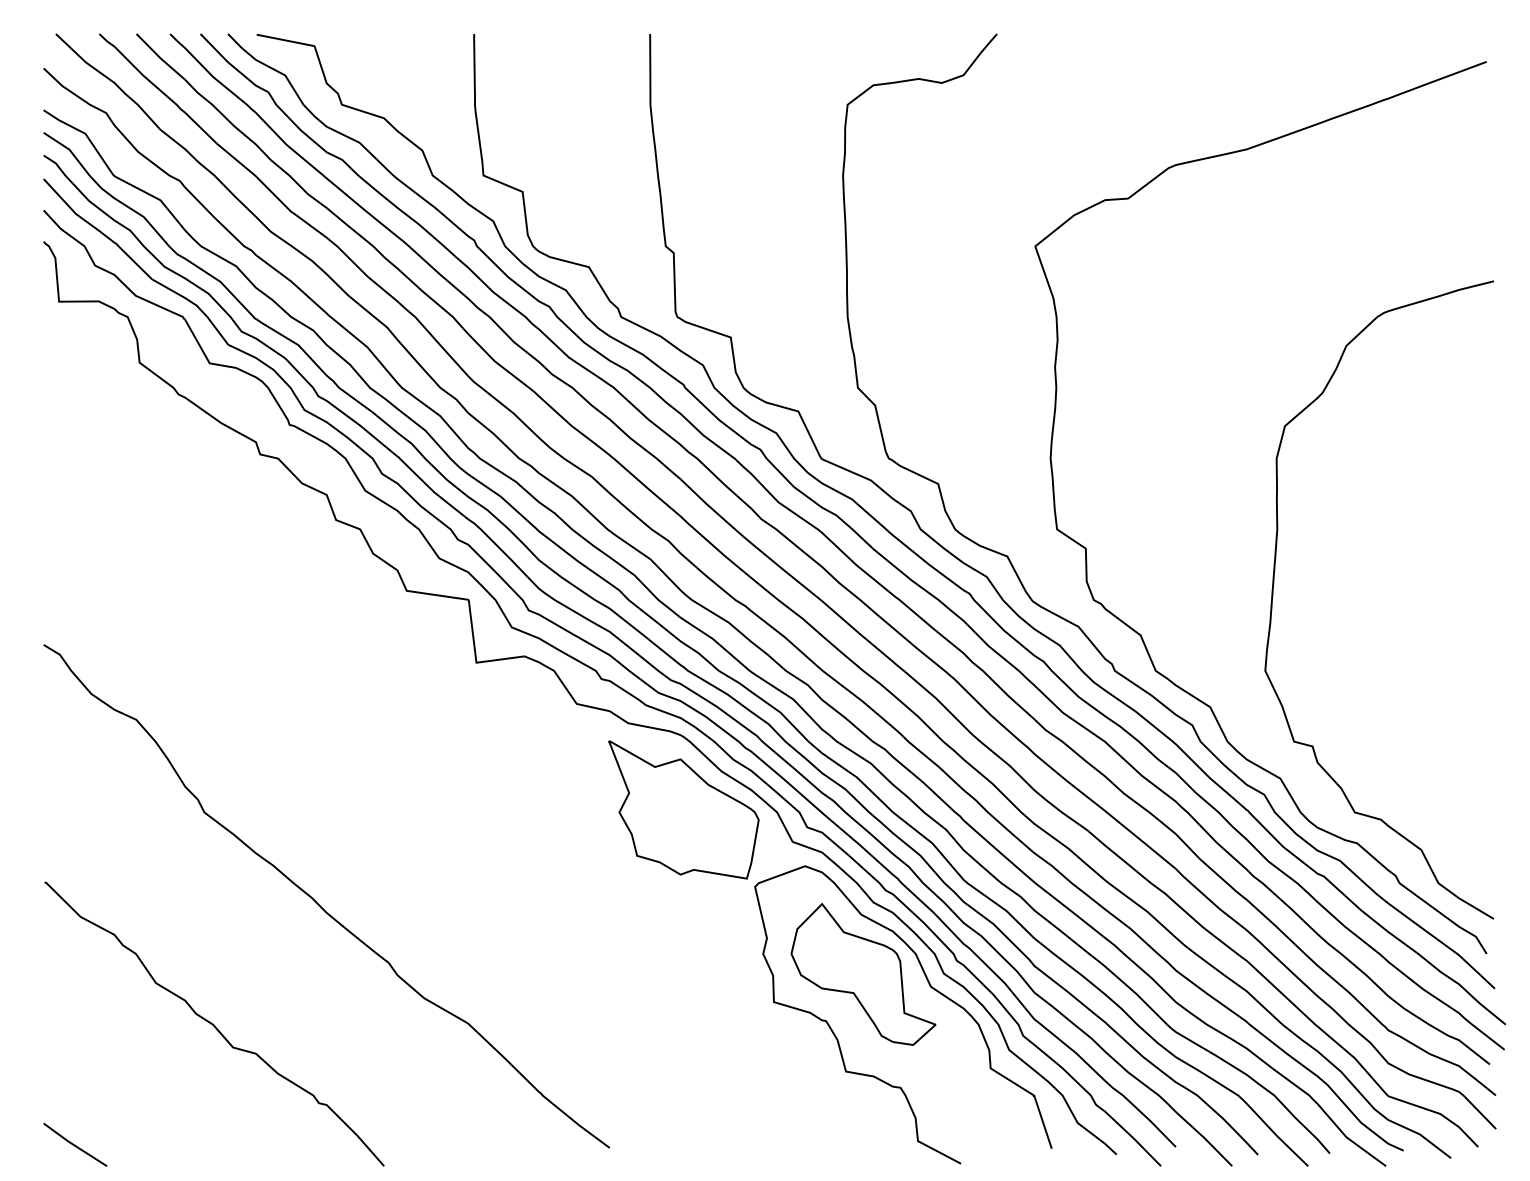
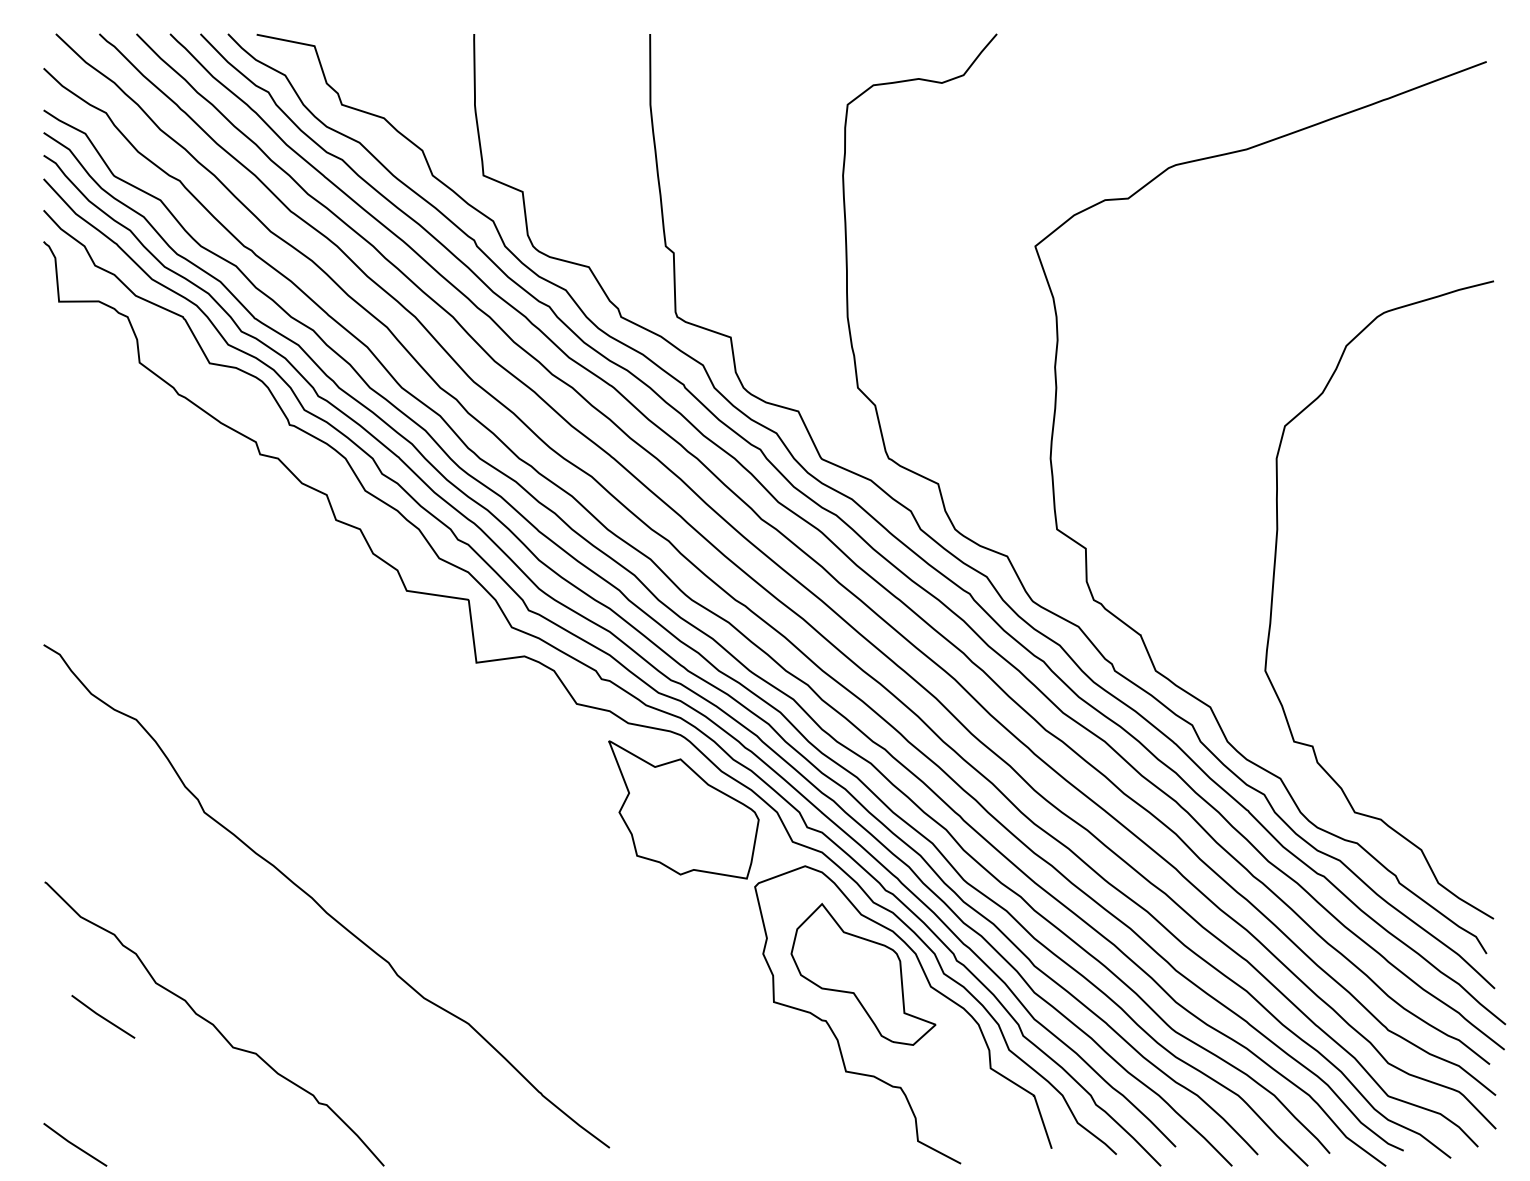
line at (103, 1016): none -> present
